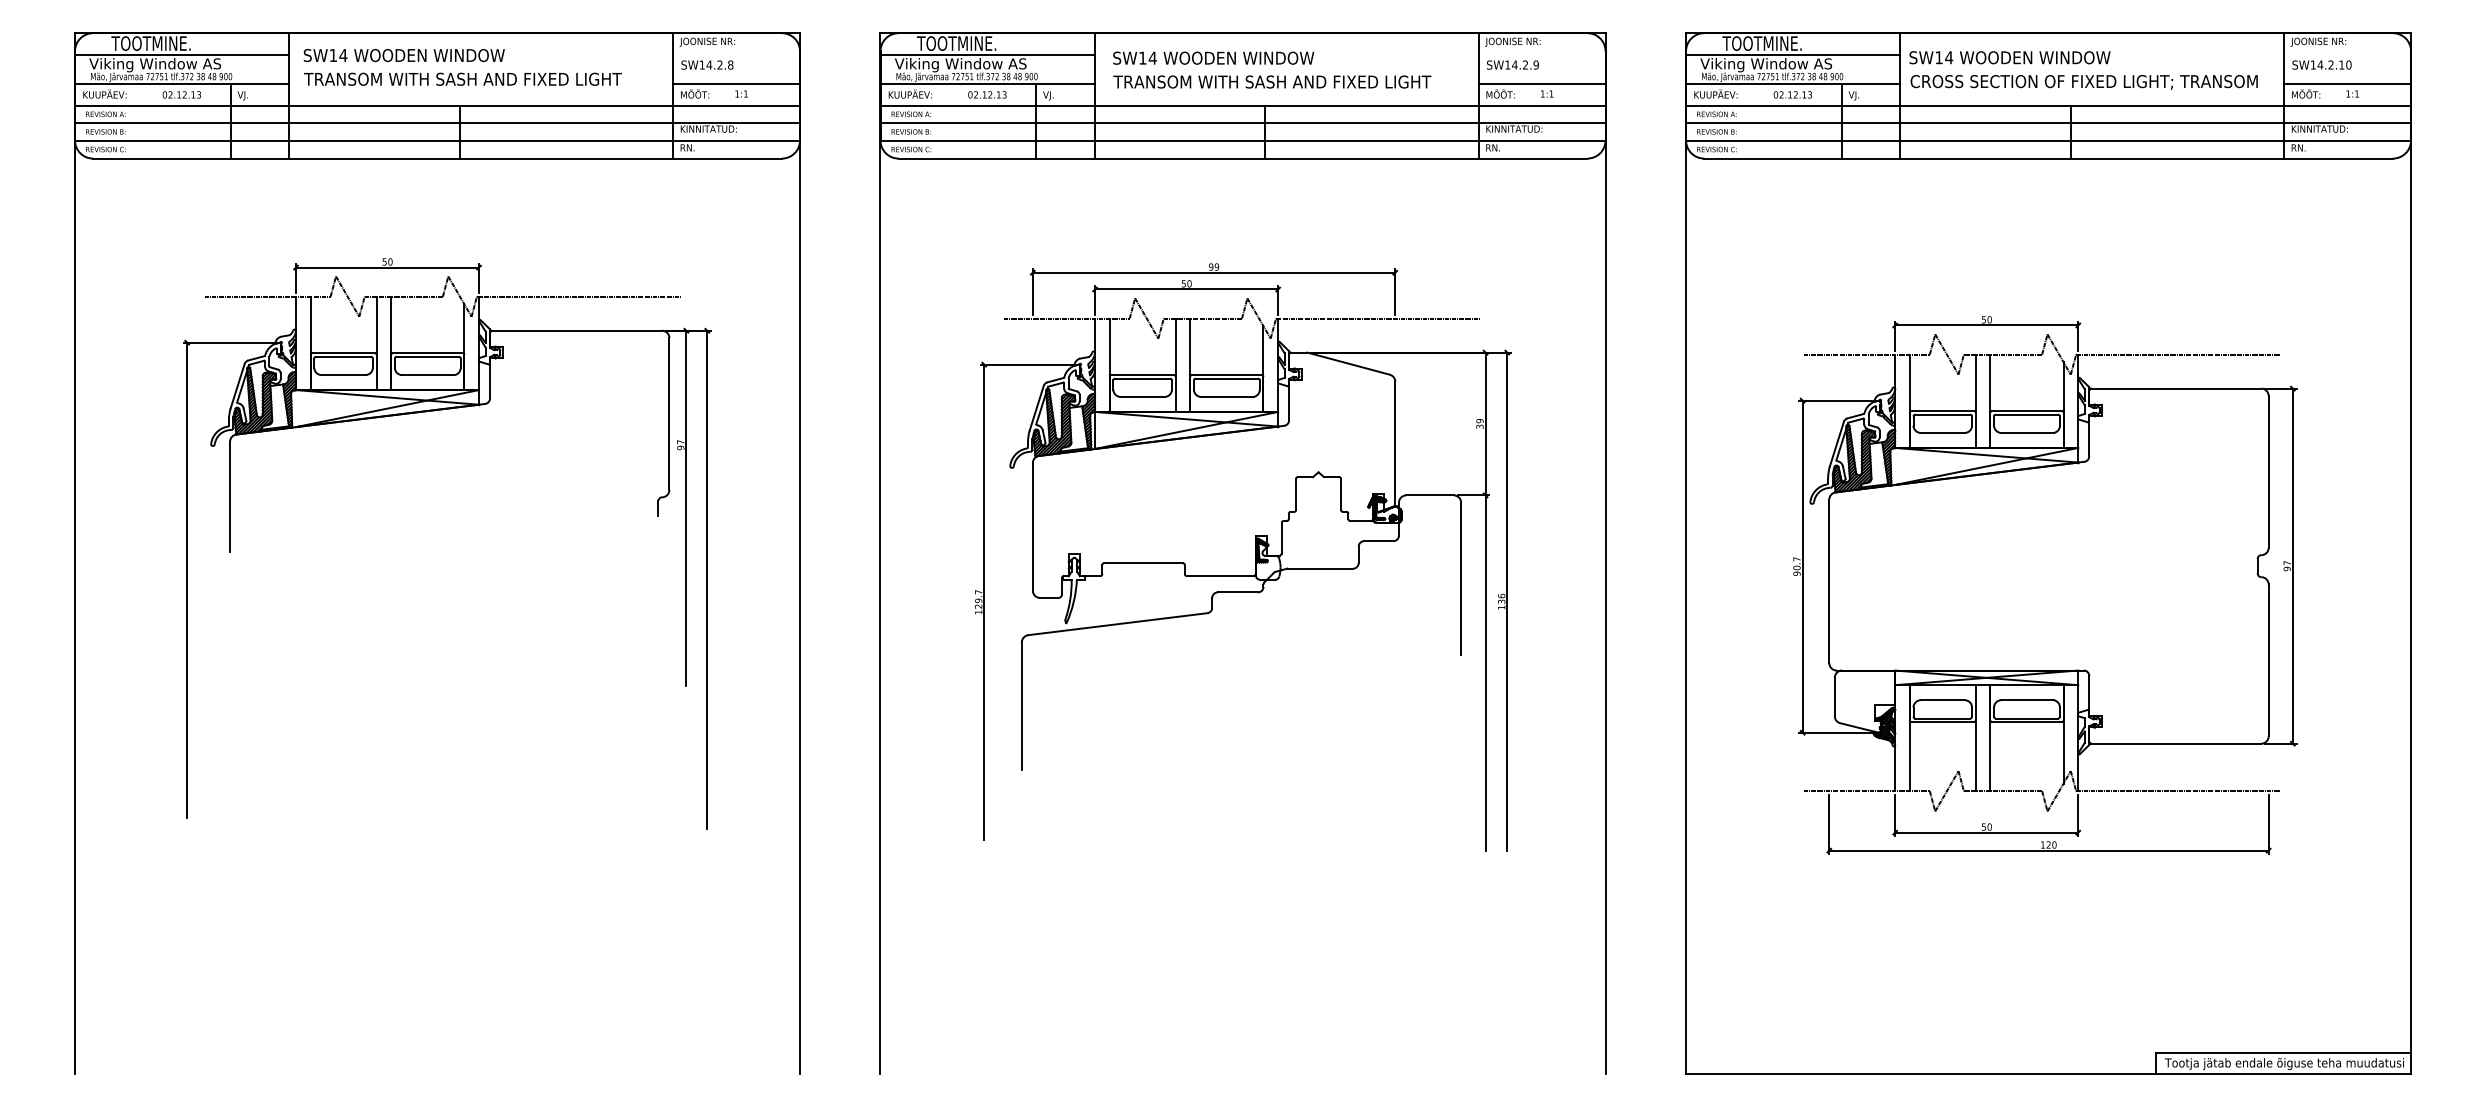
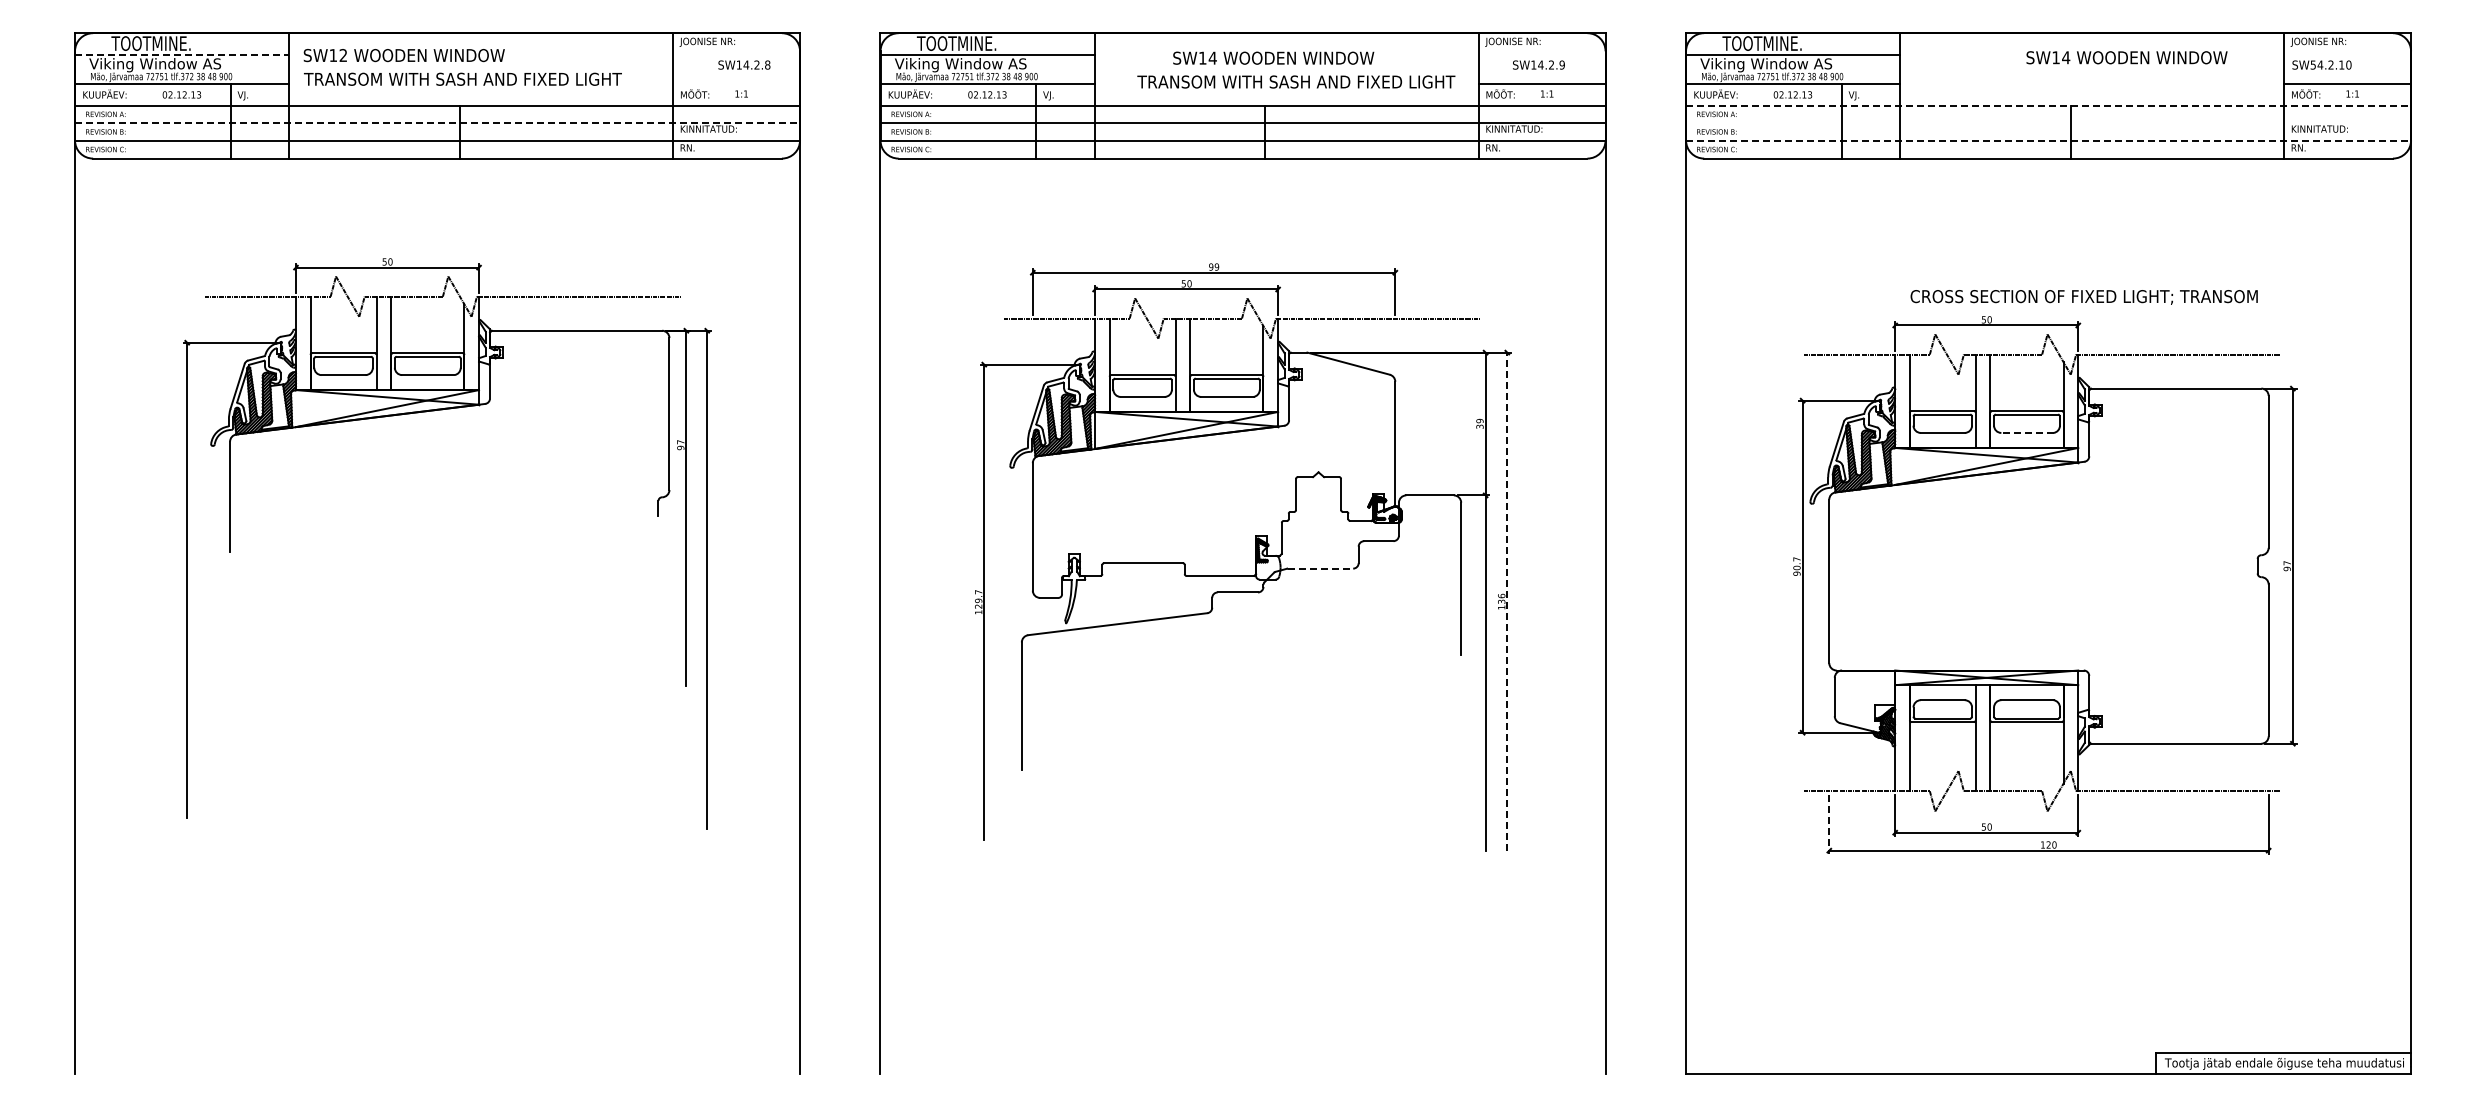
line at (182, 54): solid -> dashed
text at (343, 55): SW14 -> SW12
text at (1213, 57) position: (1213, 57) -> (1273, 57)
text at (2009, 57) position: (2009, 57) -> (2126, 57)
text at (707, 64) position: (707, 64) -> (744, 64)
text at (1512, 64) position: (1512, 64) -> (1538, 64)
text at (2312, 64): SW14.2.10 -> SW54.2.10
text at (1272, 81) position: (1272, 81) -> (1296, 81)
text at (2083, 82) position: (2083, 82) -> (2083, 297)
line at (736, 83): present -> none
line at (2048, 105): solid -> dashed
line at (437, 123): solid -> dashed
line at (2048, 123): present -> none
line at (2048, 140): solid -> dashed
line at (2027, 432): solid -> dashed
line at (1320, 568): solid -> dashed
line at (1507, 601): solid -> dashed
line at (1829, 824): solid -> dashed
